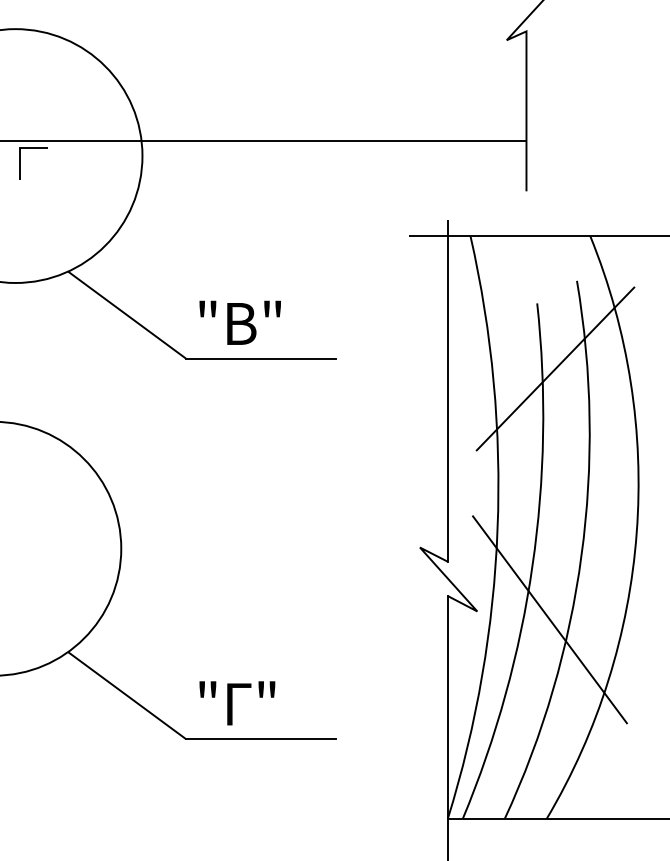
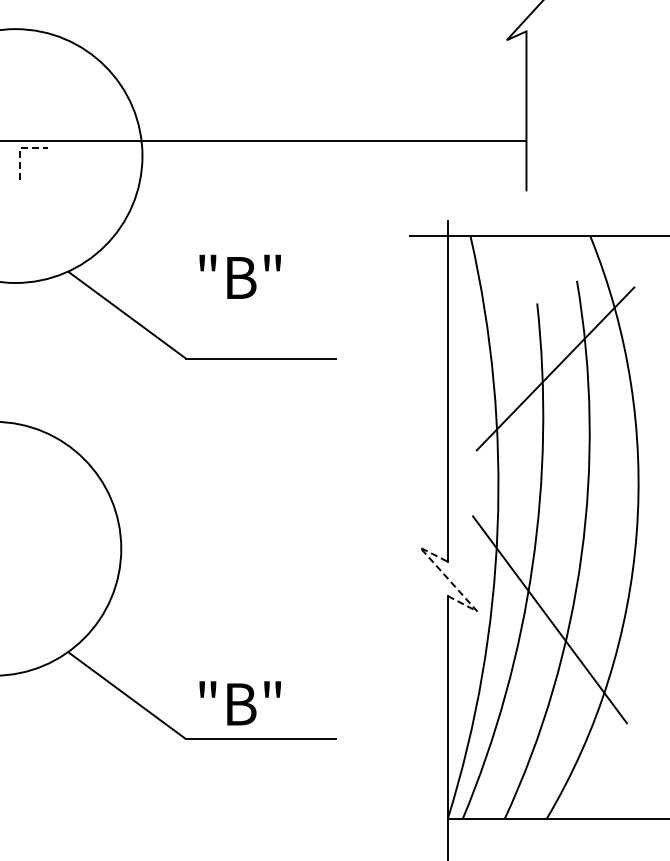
line at (20, 149): solid -> dashed
text at (239, 322) position: (239, 322) -> (239, 276)
line at (449, 579): solid -> dashed
text at (256, 703): "Г" -> "В"
